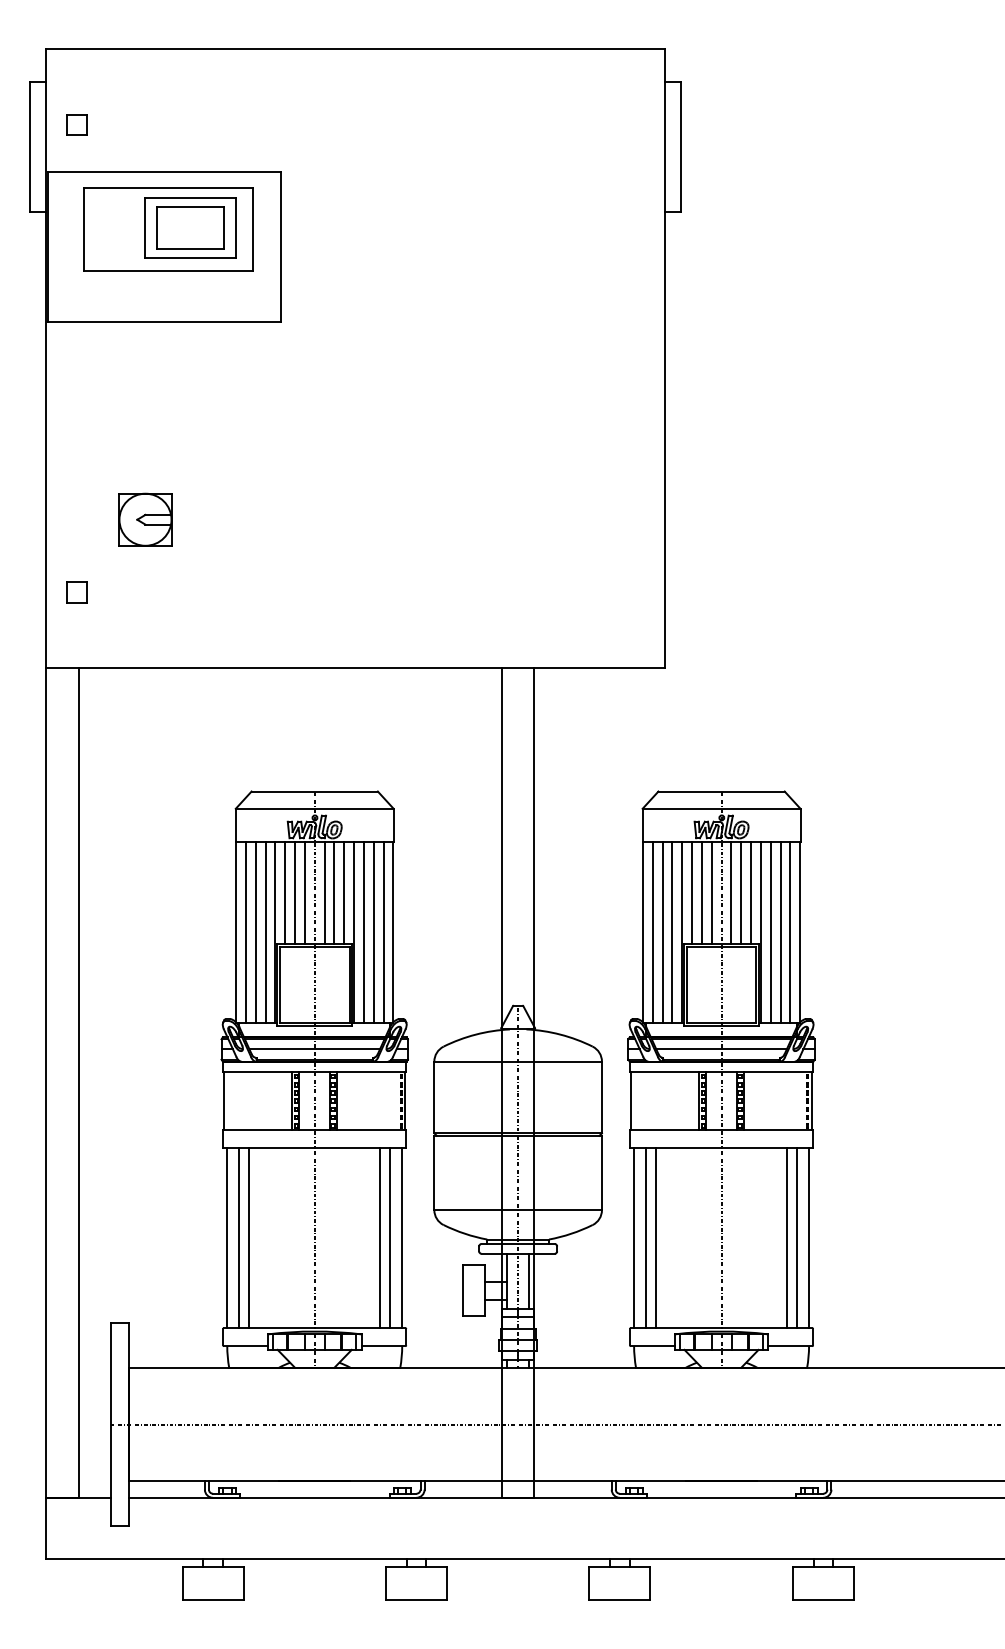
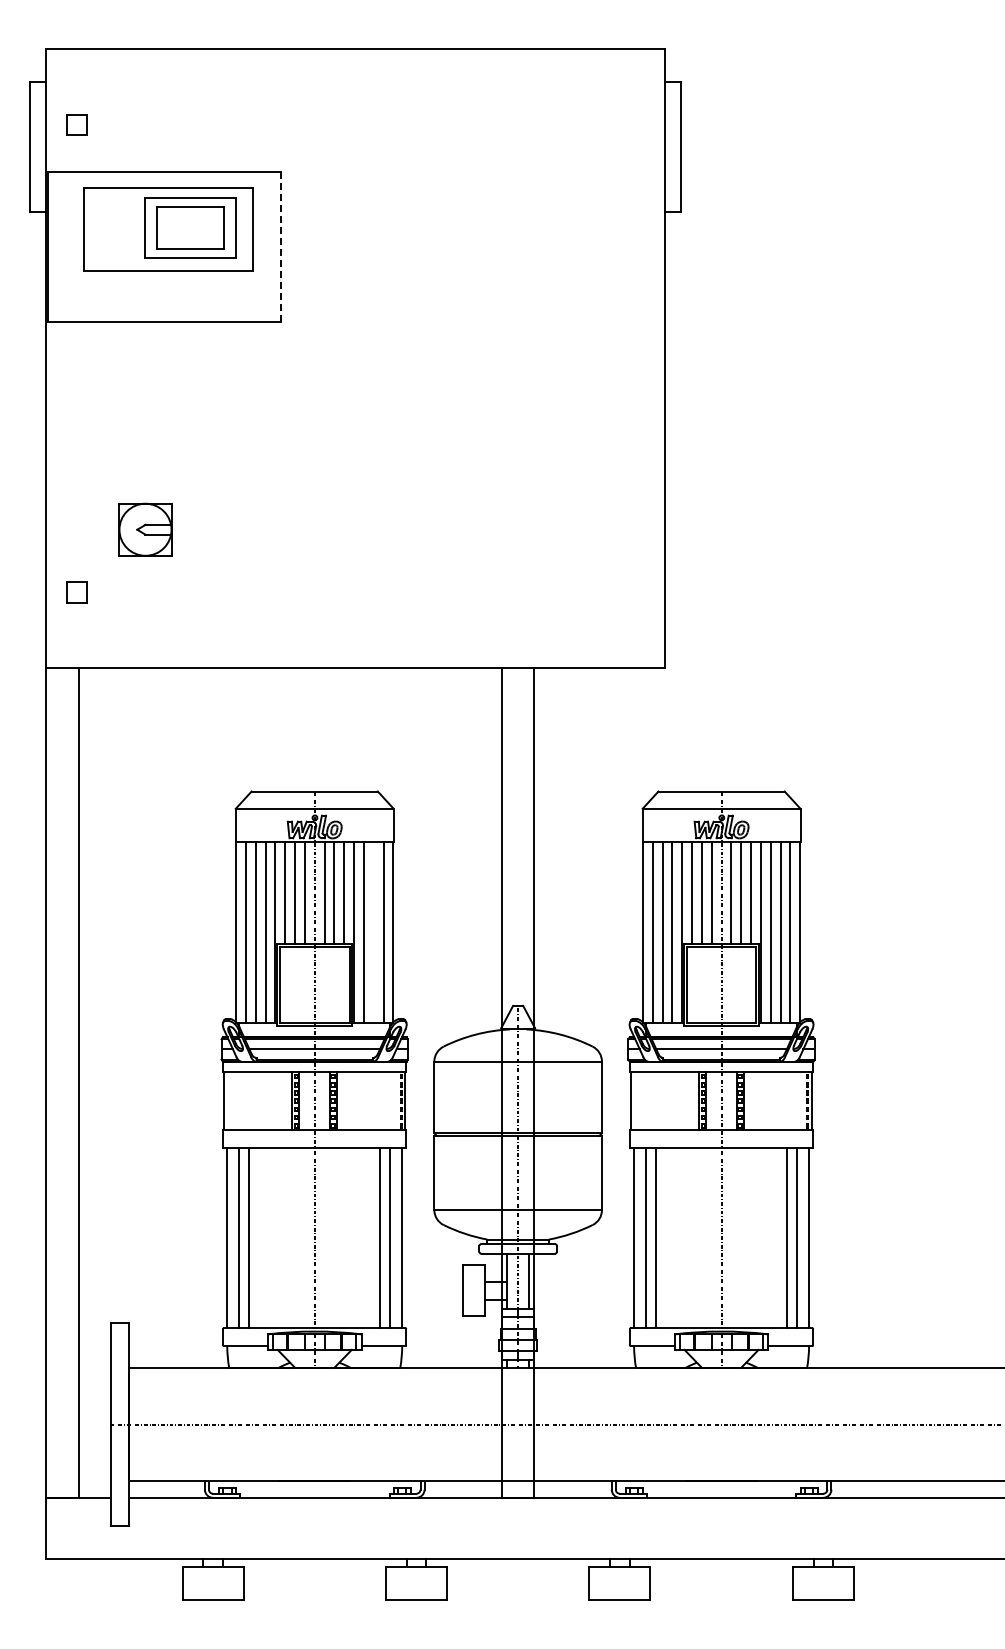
line at (280, 247): solid -> dashed
part at (145, 519) position: (145, 519) -> (145, 529)
line at (373, 932): present -> none
